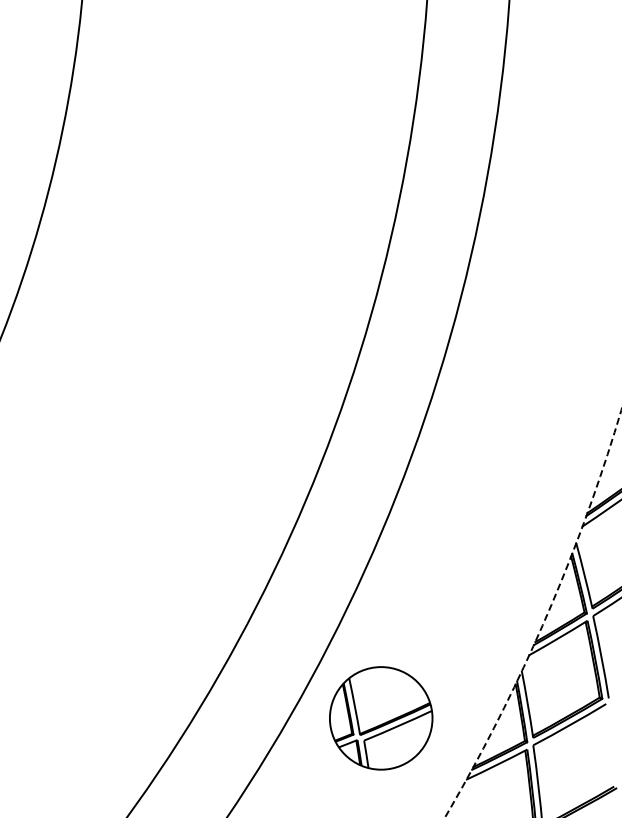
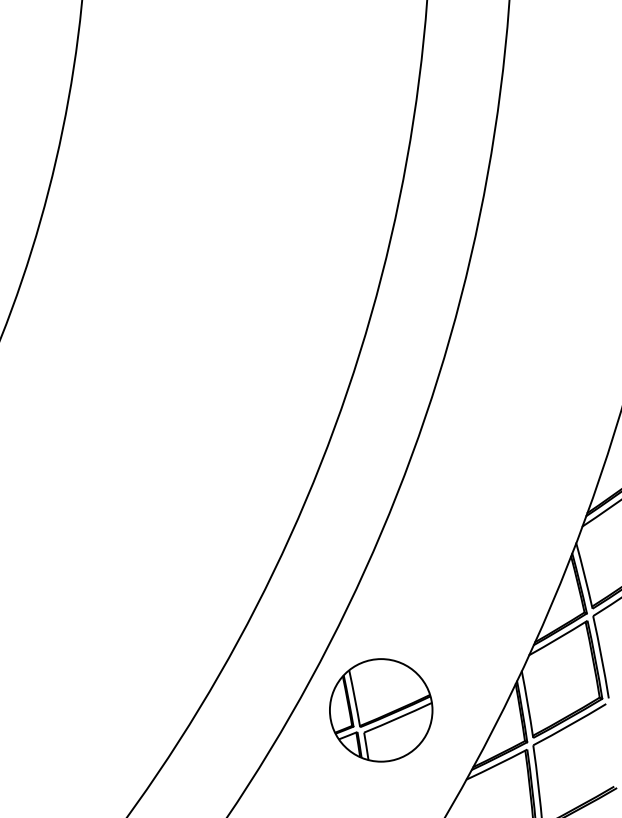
circle at (532, 612): dashed -> solid
part at (381, 718) position: (381, 718) -> (381, 710)
